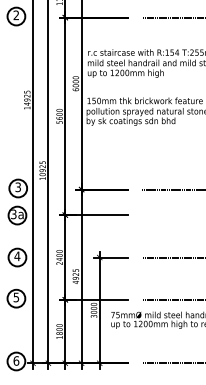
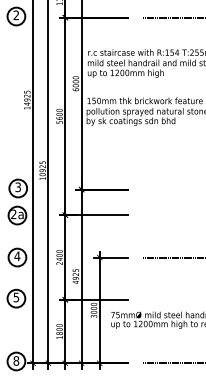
line at (171, 189): present -> none
text at (13, 214): 3a -> 2a
line at (171, 299): present -> none
text at (16, 360): 6 -> 8
